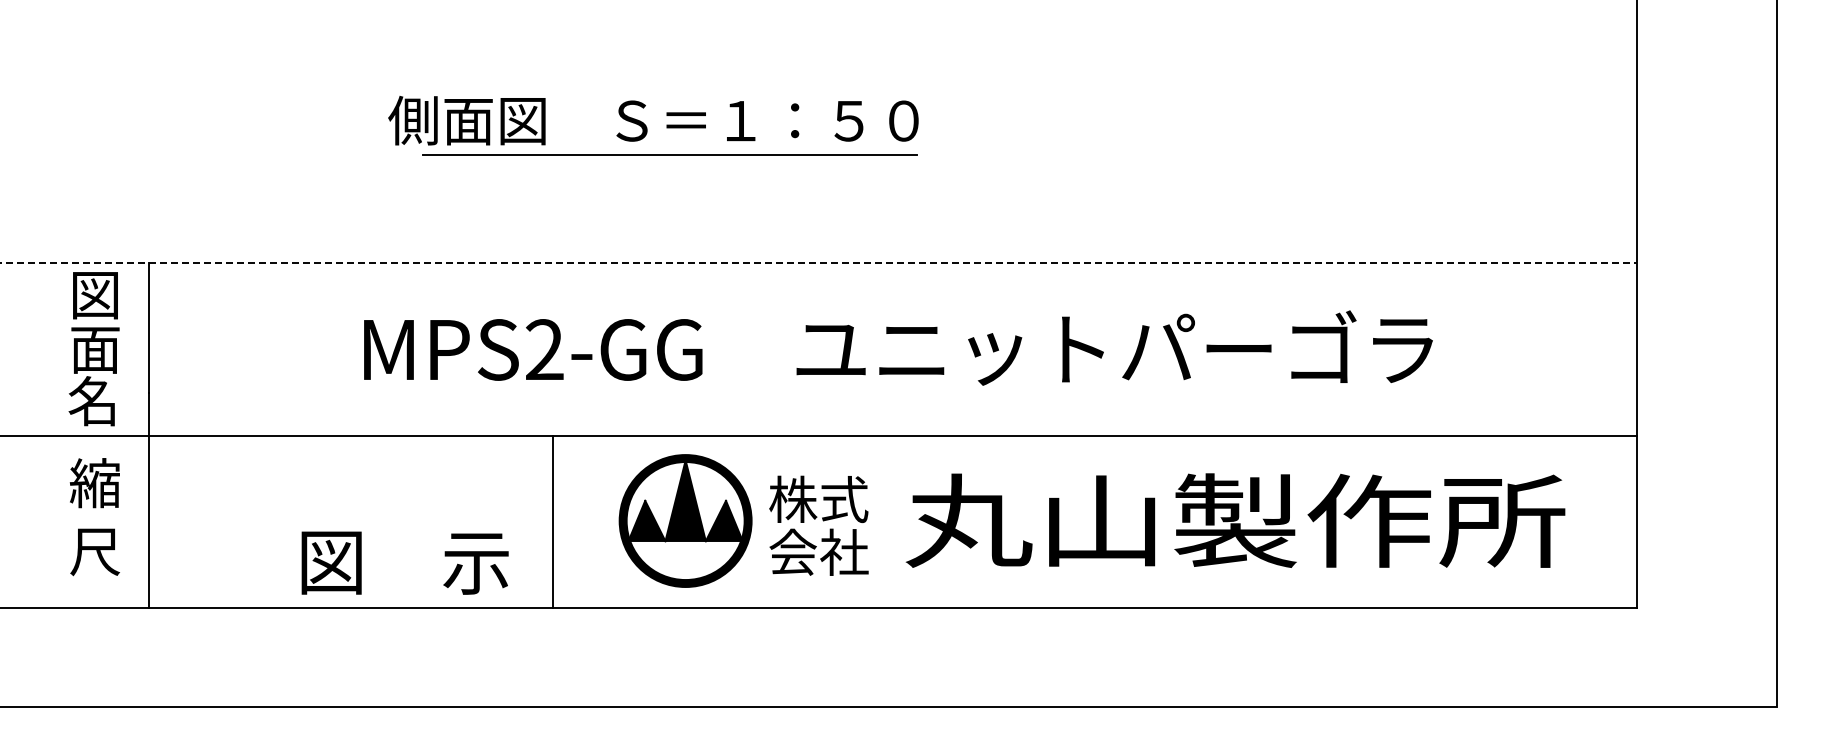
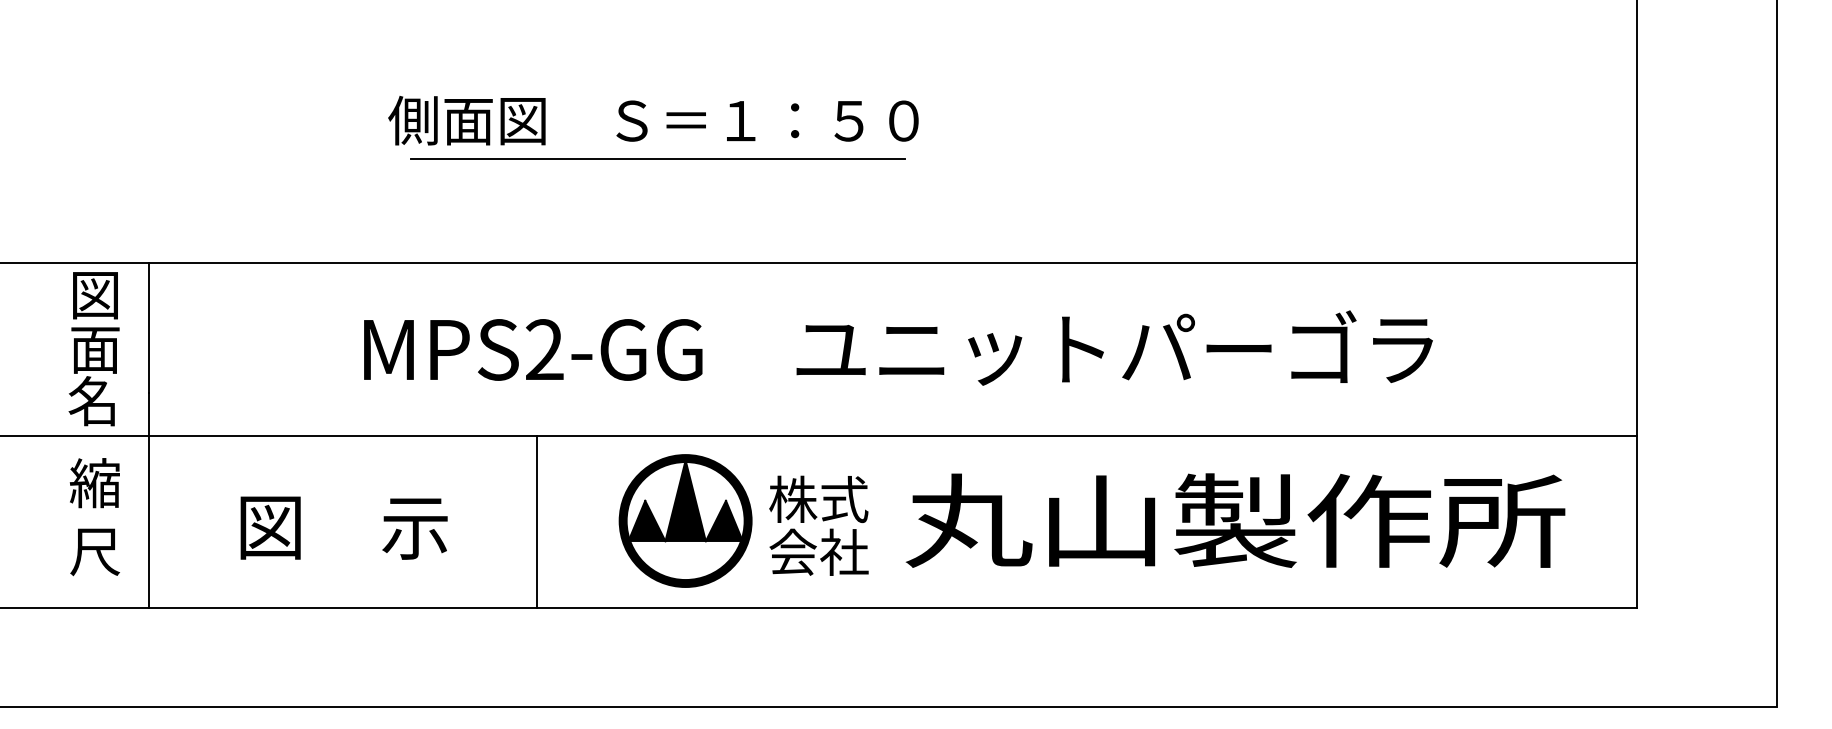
line at (669, 154) position: (669, 154) -> (657, 158)
line at (819, 262): dashed -> solid
line at (553, 521) position: (553, 521) -> (537, 521)
text at (404, 562) position: (404, 562) -> (343, 527)
